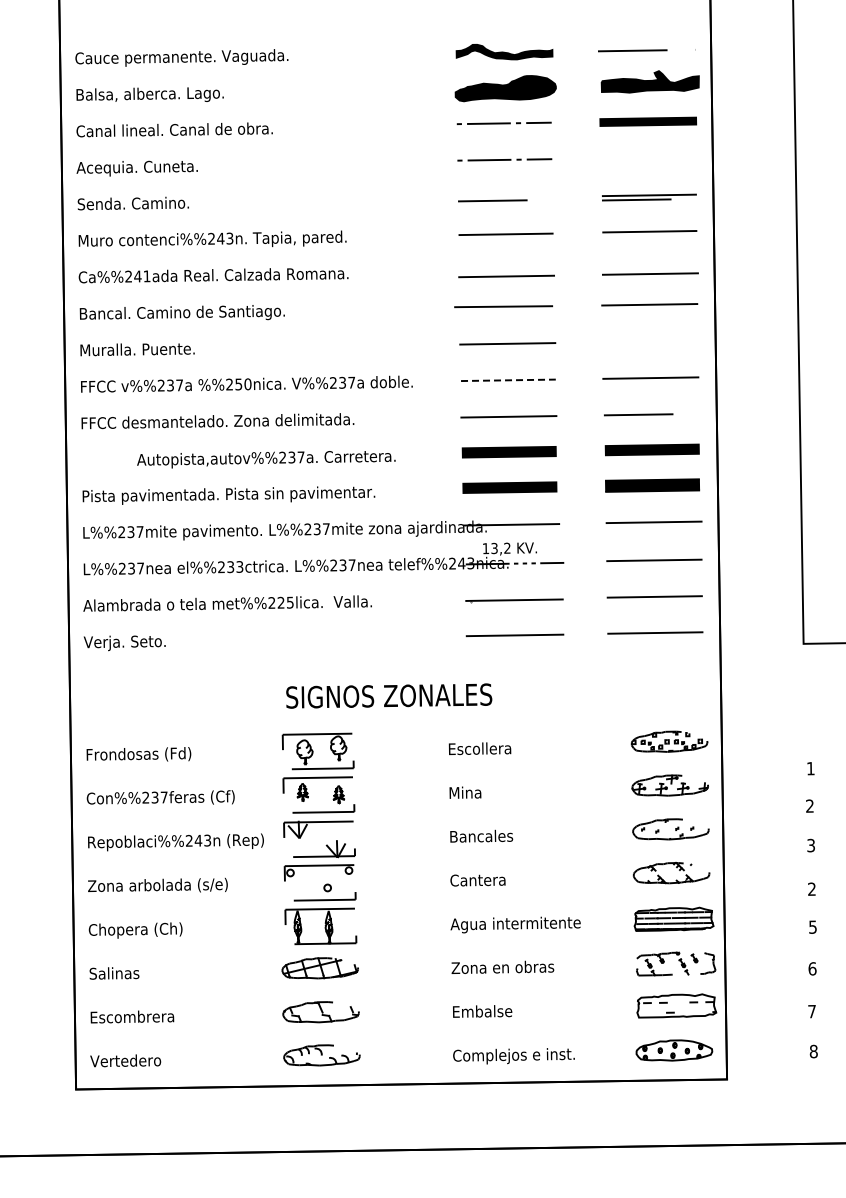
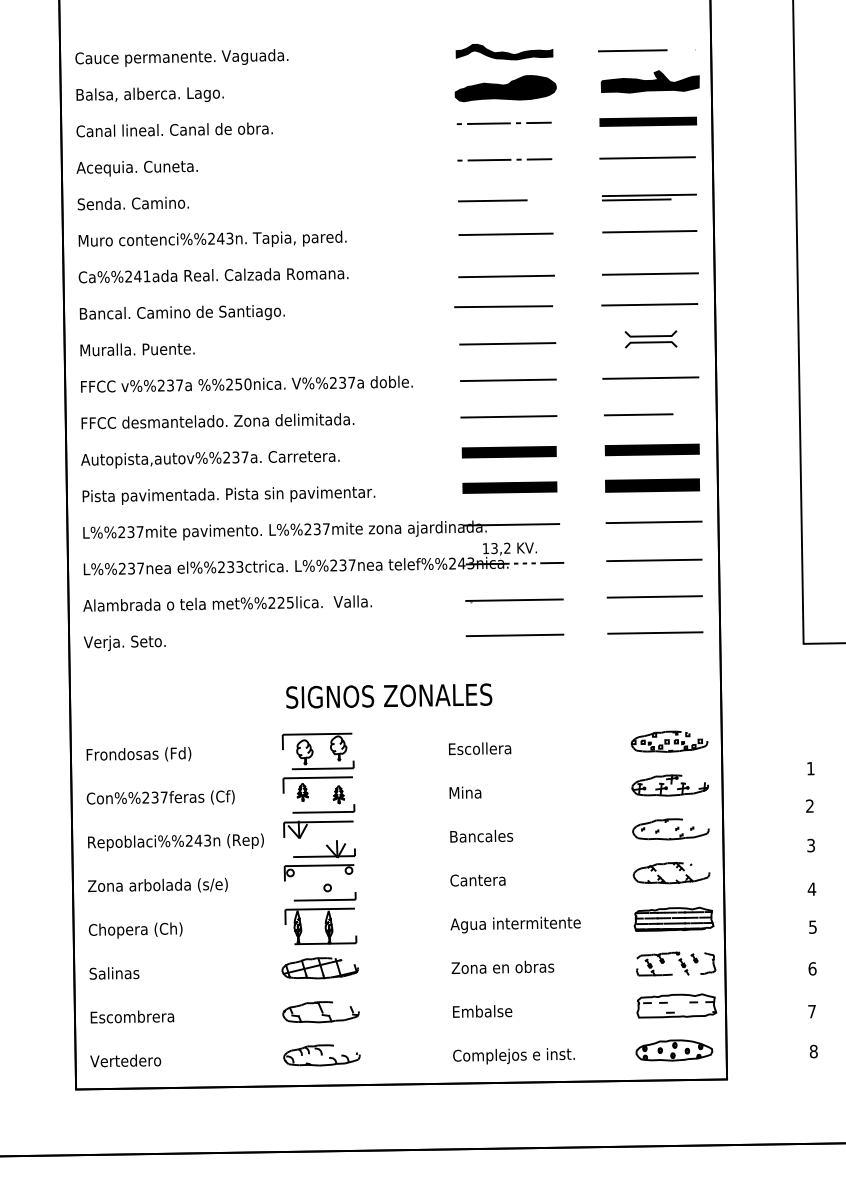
line at (647, 157): none -> present
part at (650, 339): none -> present
line at (508, 380): dashed -> solid
text at (266, 459) position: (266, 459) -> (210, 459)
text at (811, 888): 2 -> 4
